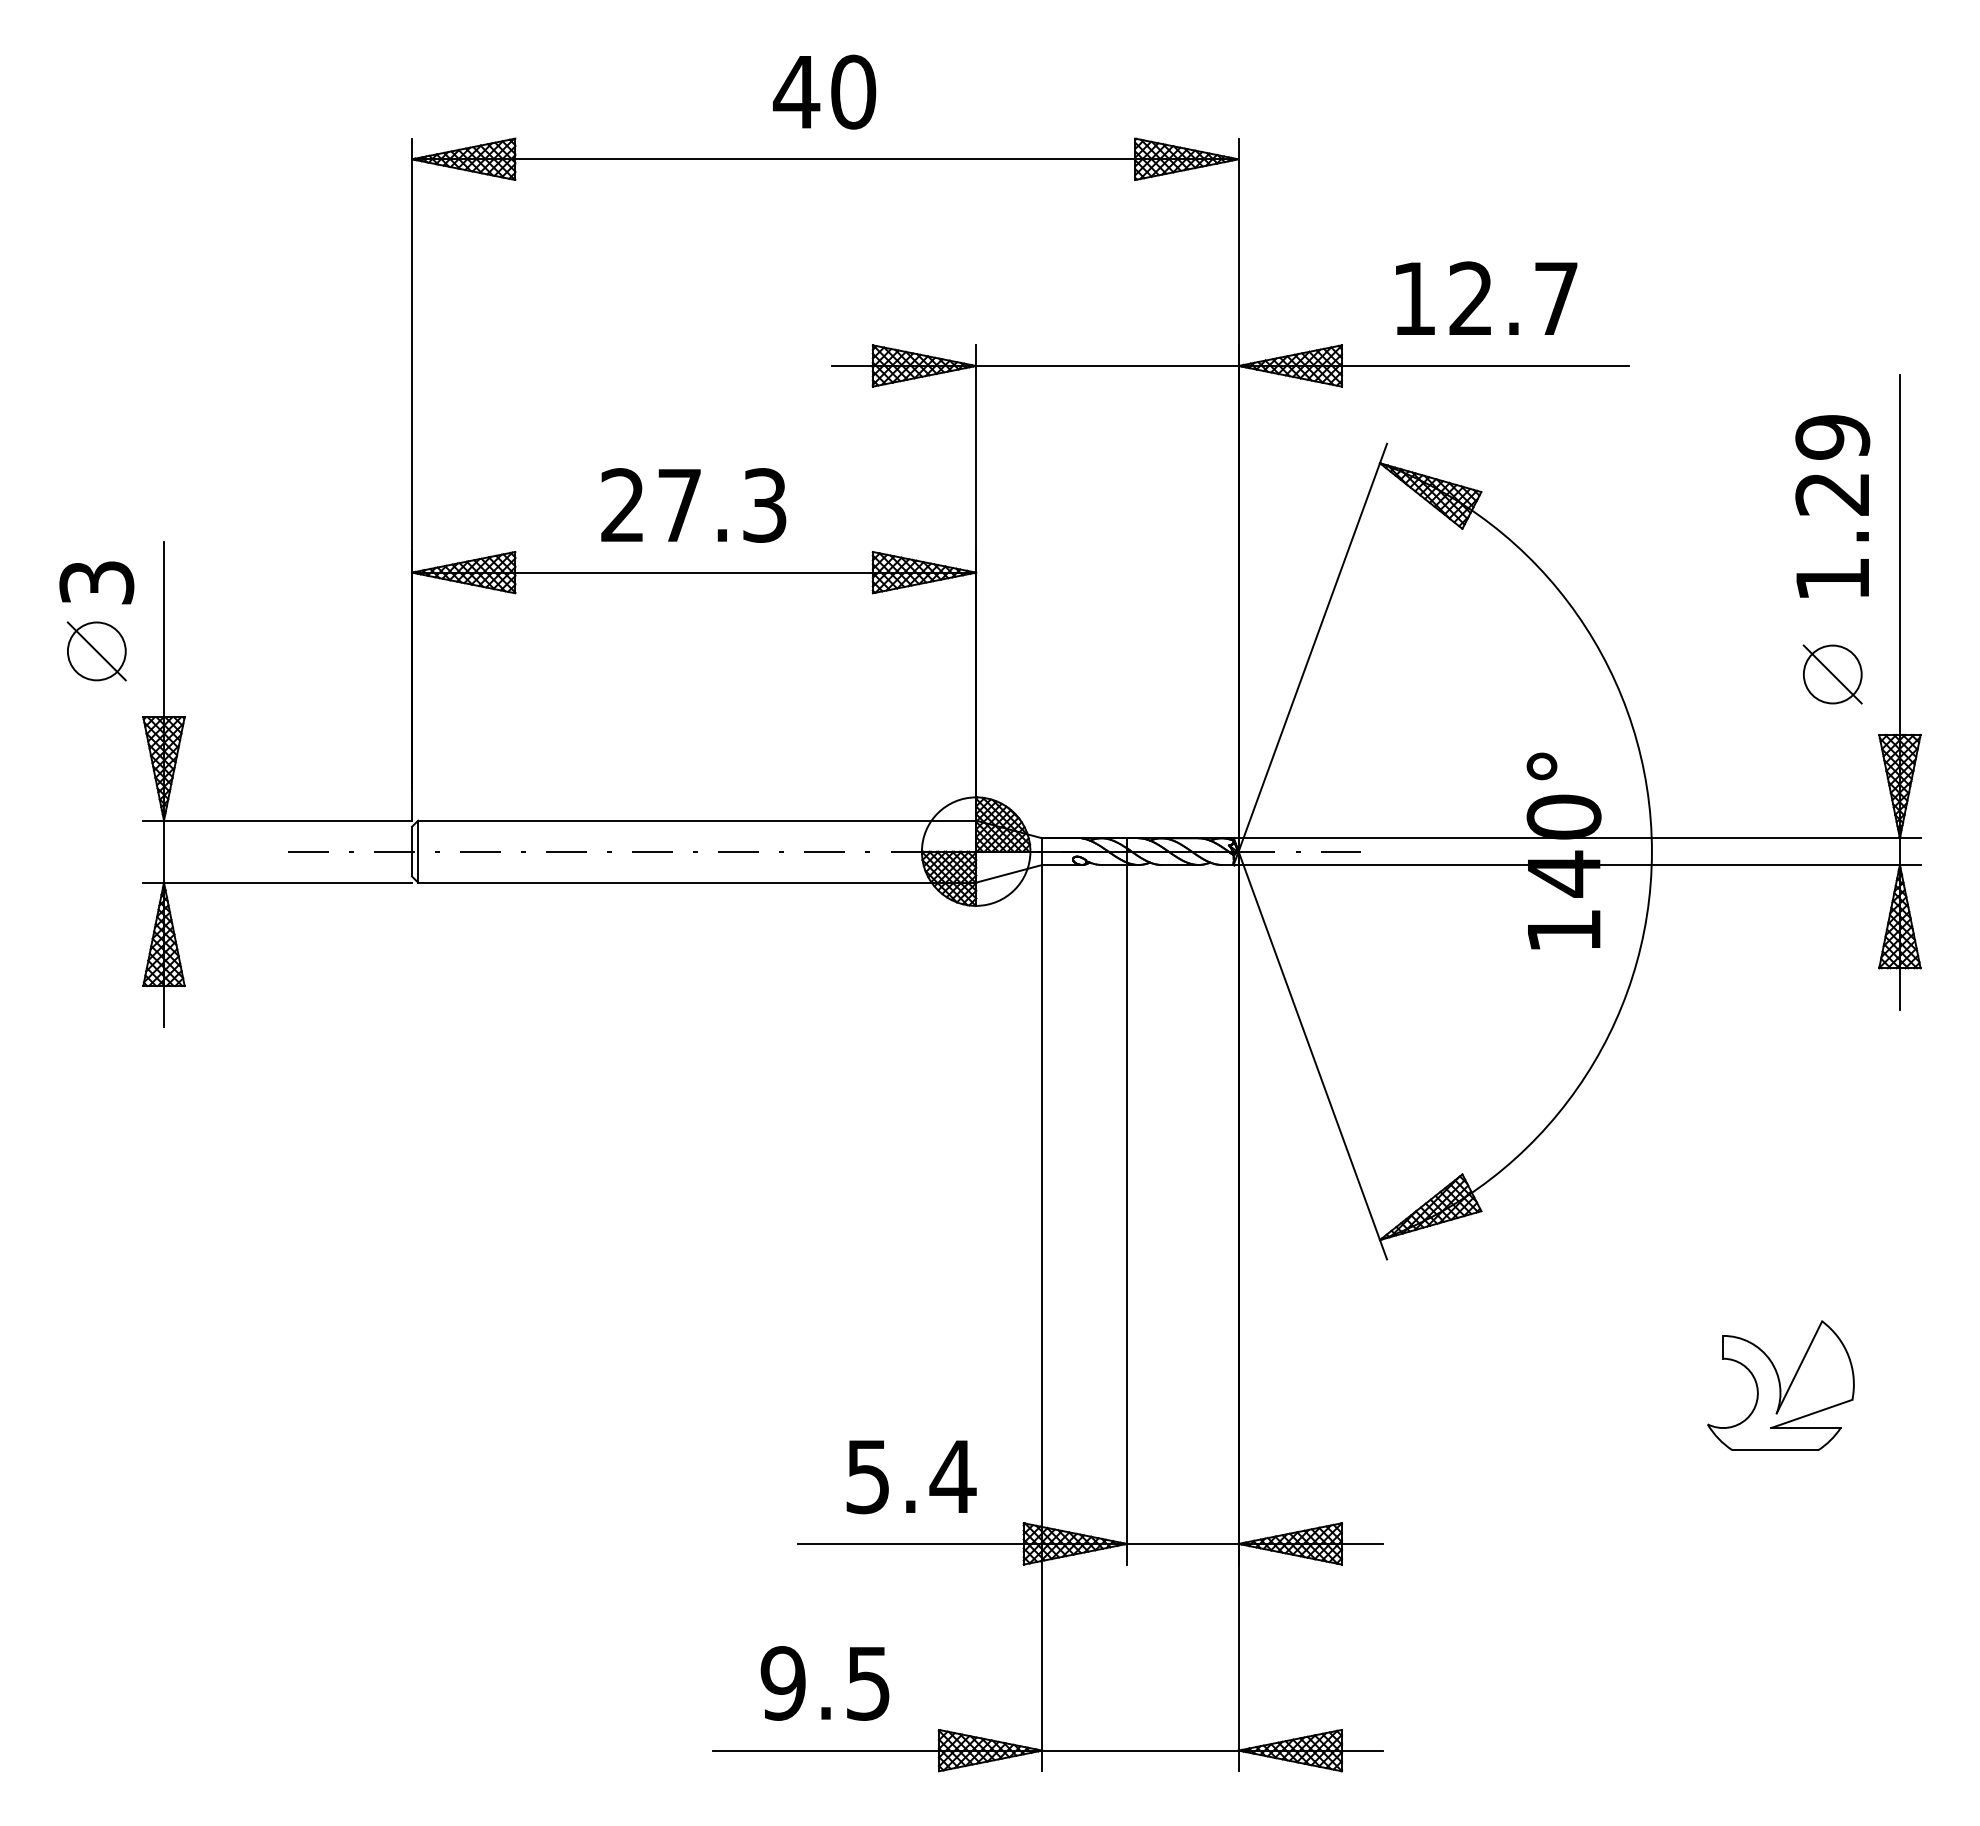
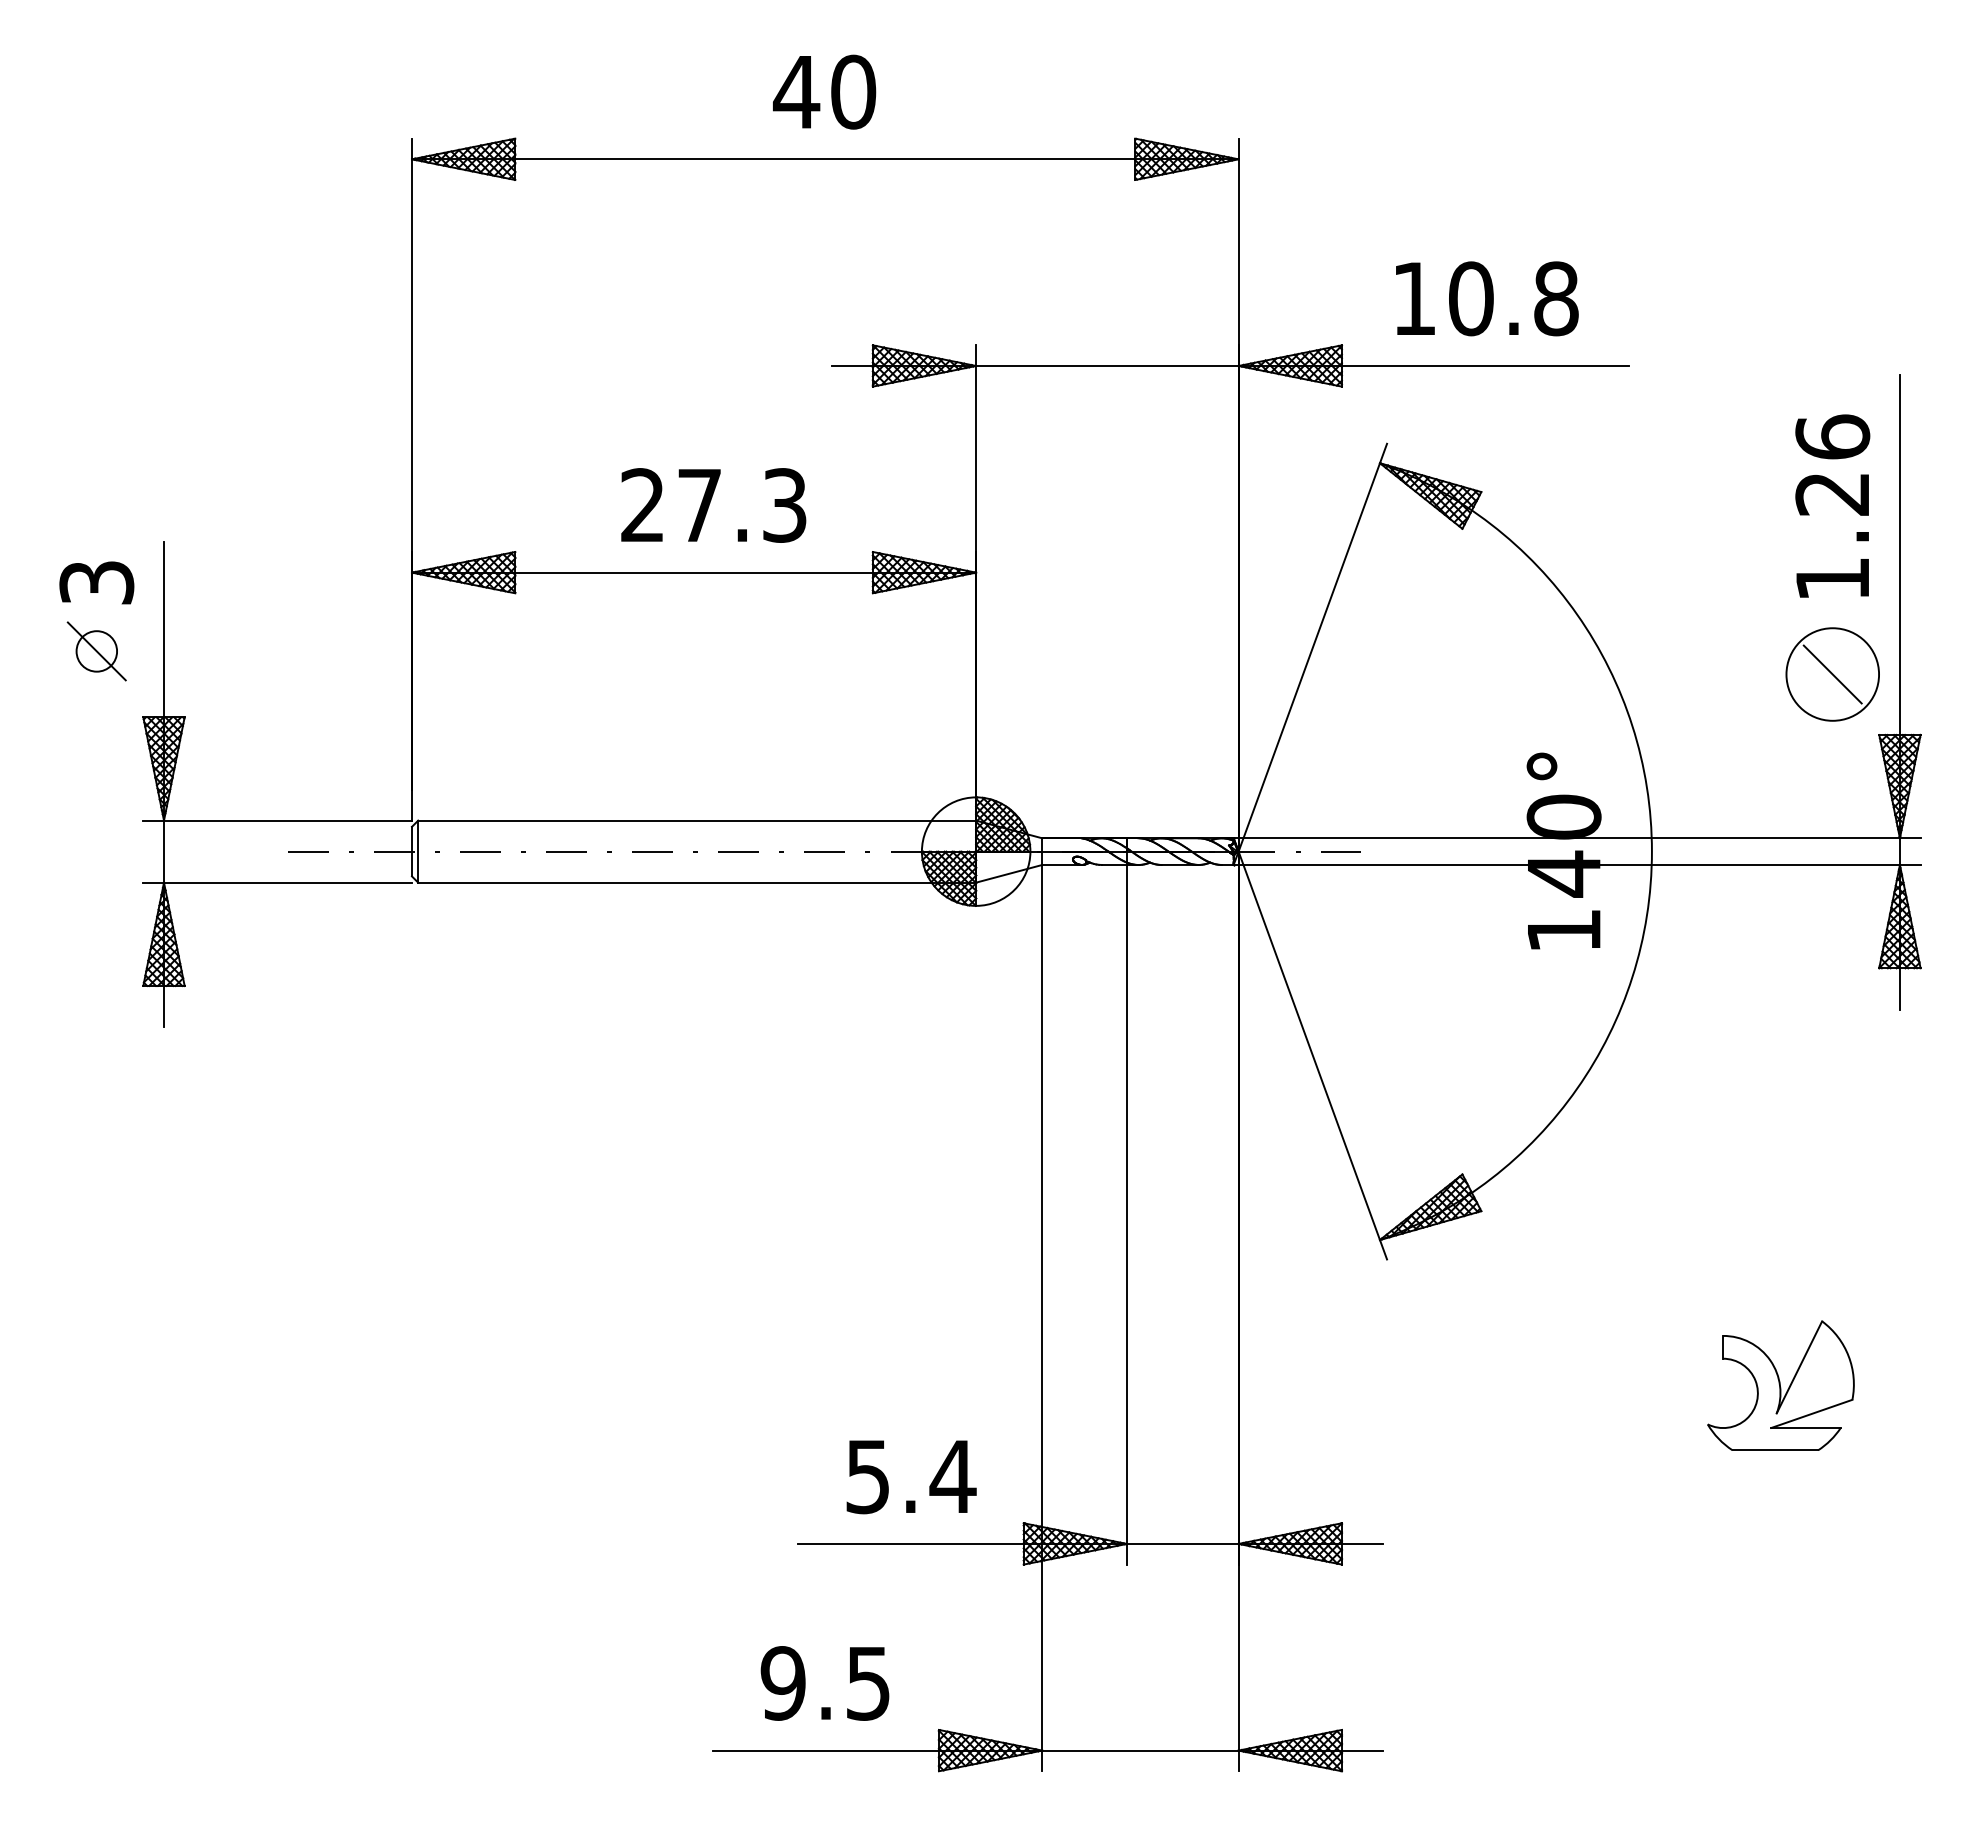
text at (1513, 298): 12.7 -> 10.8
text at (1832, 436): 1.29 -> 1.26
text at (693, 505) position: (693, 505) -> (713, 505)
circle at (96, 651) diameter: 58 px -> 41 px
circle at (1832, 674) diameter: 58 px -> 93 px
